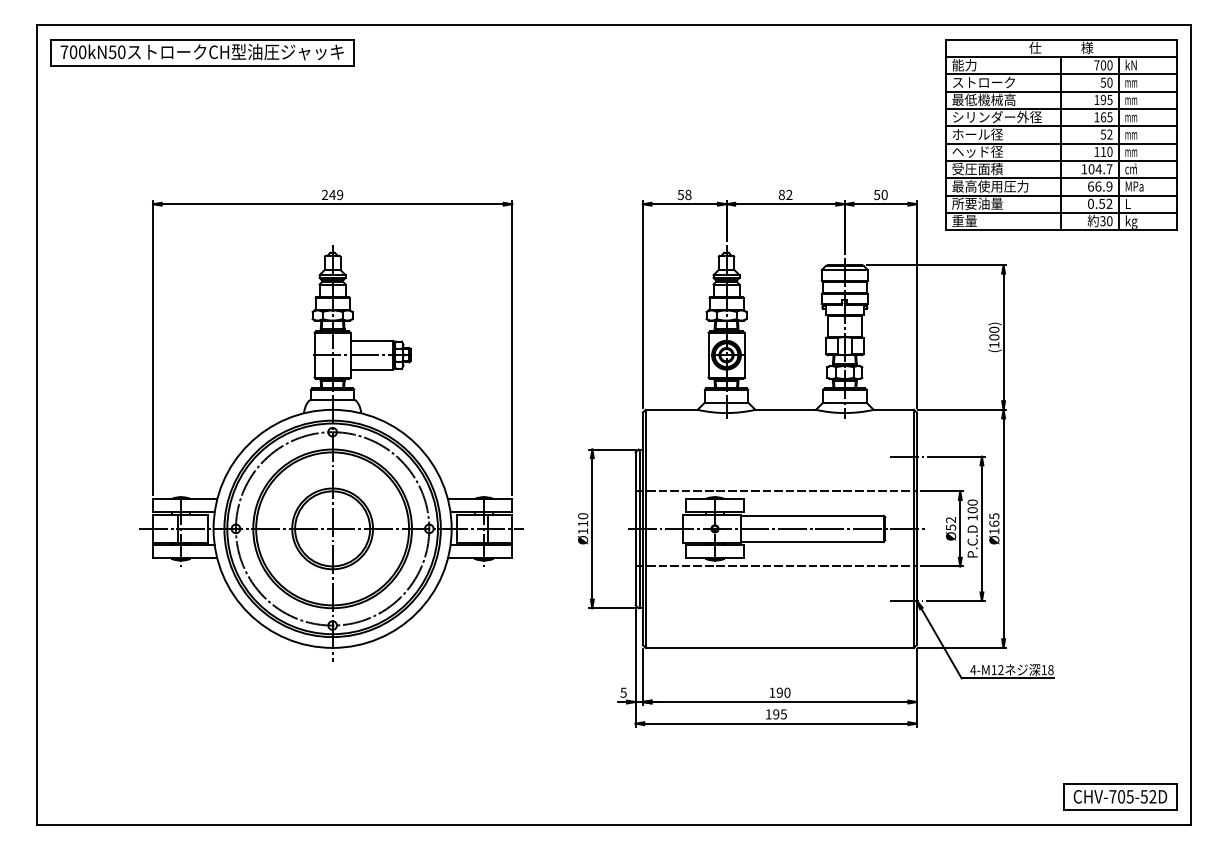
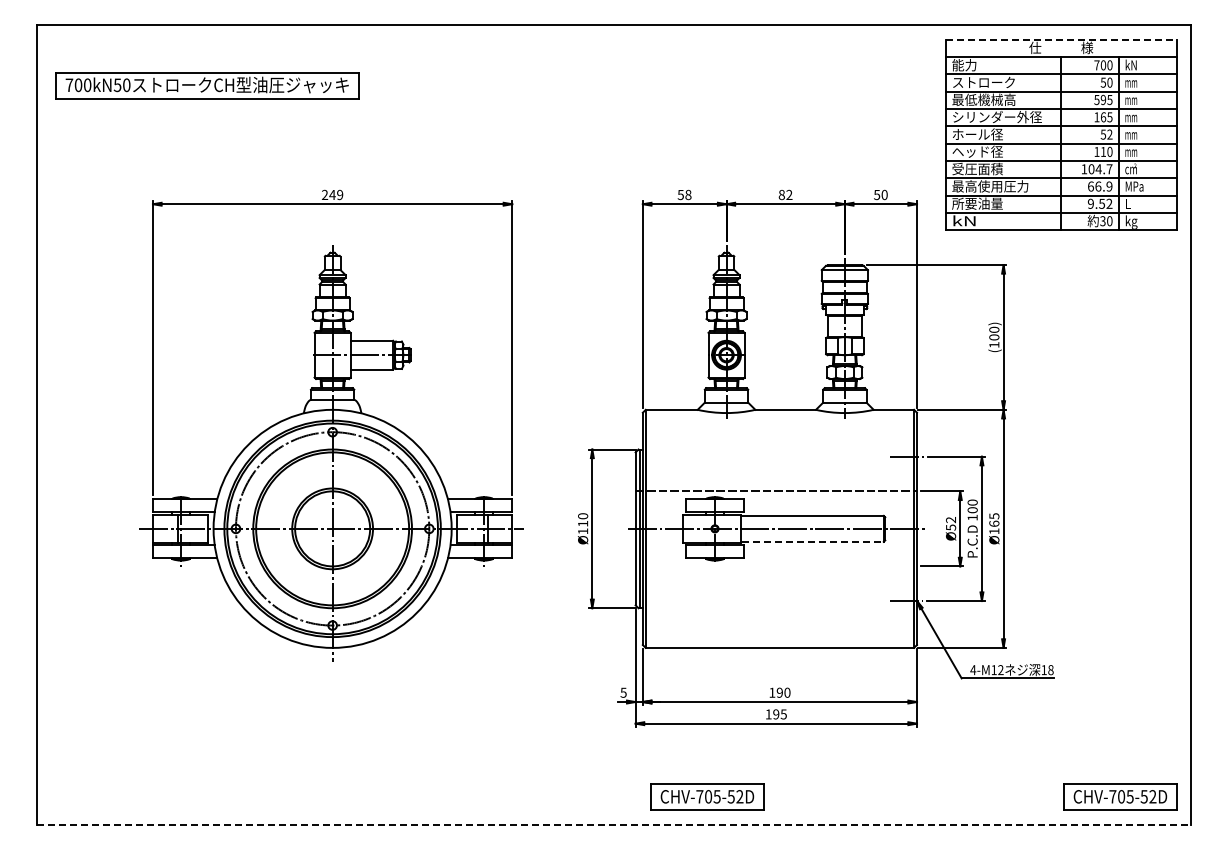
line at (1061, 39): solid -> dashed
part at (202, 52) position: (202, 52) -> (207, 85)
text at (1096, 100): 195 -> 595
text at (1090, 203): 0.52 -> 9.52
text at (964, 220): 重量 -> kN
line at (813, 541): solid -> dashed
line at (776, 566): present -> none
part at (707, 796): none -> present
line at (614, 824): solid -> dashed
